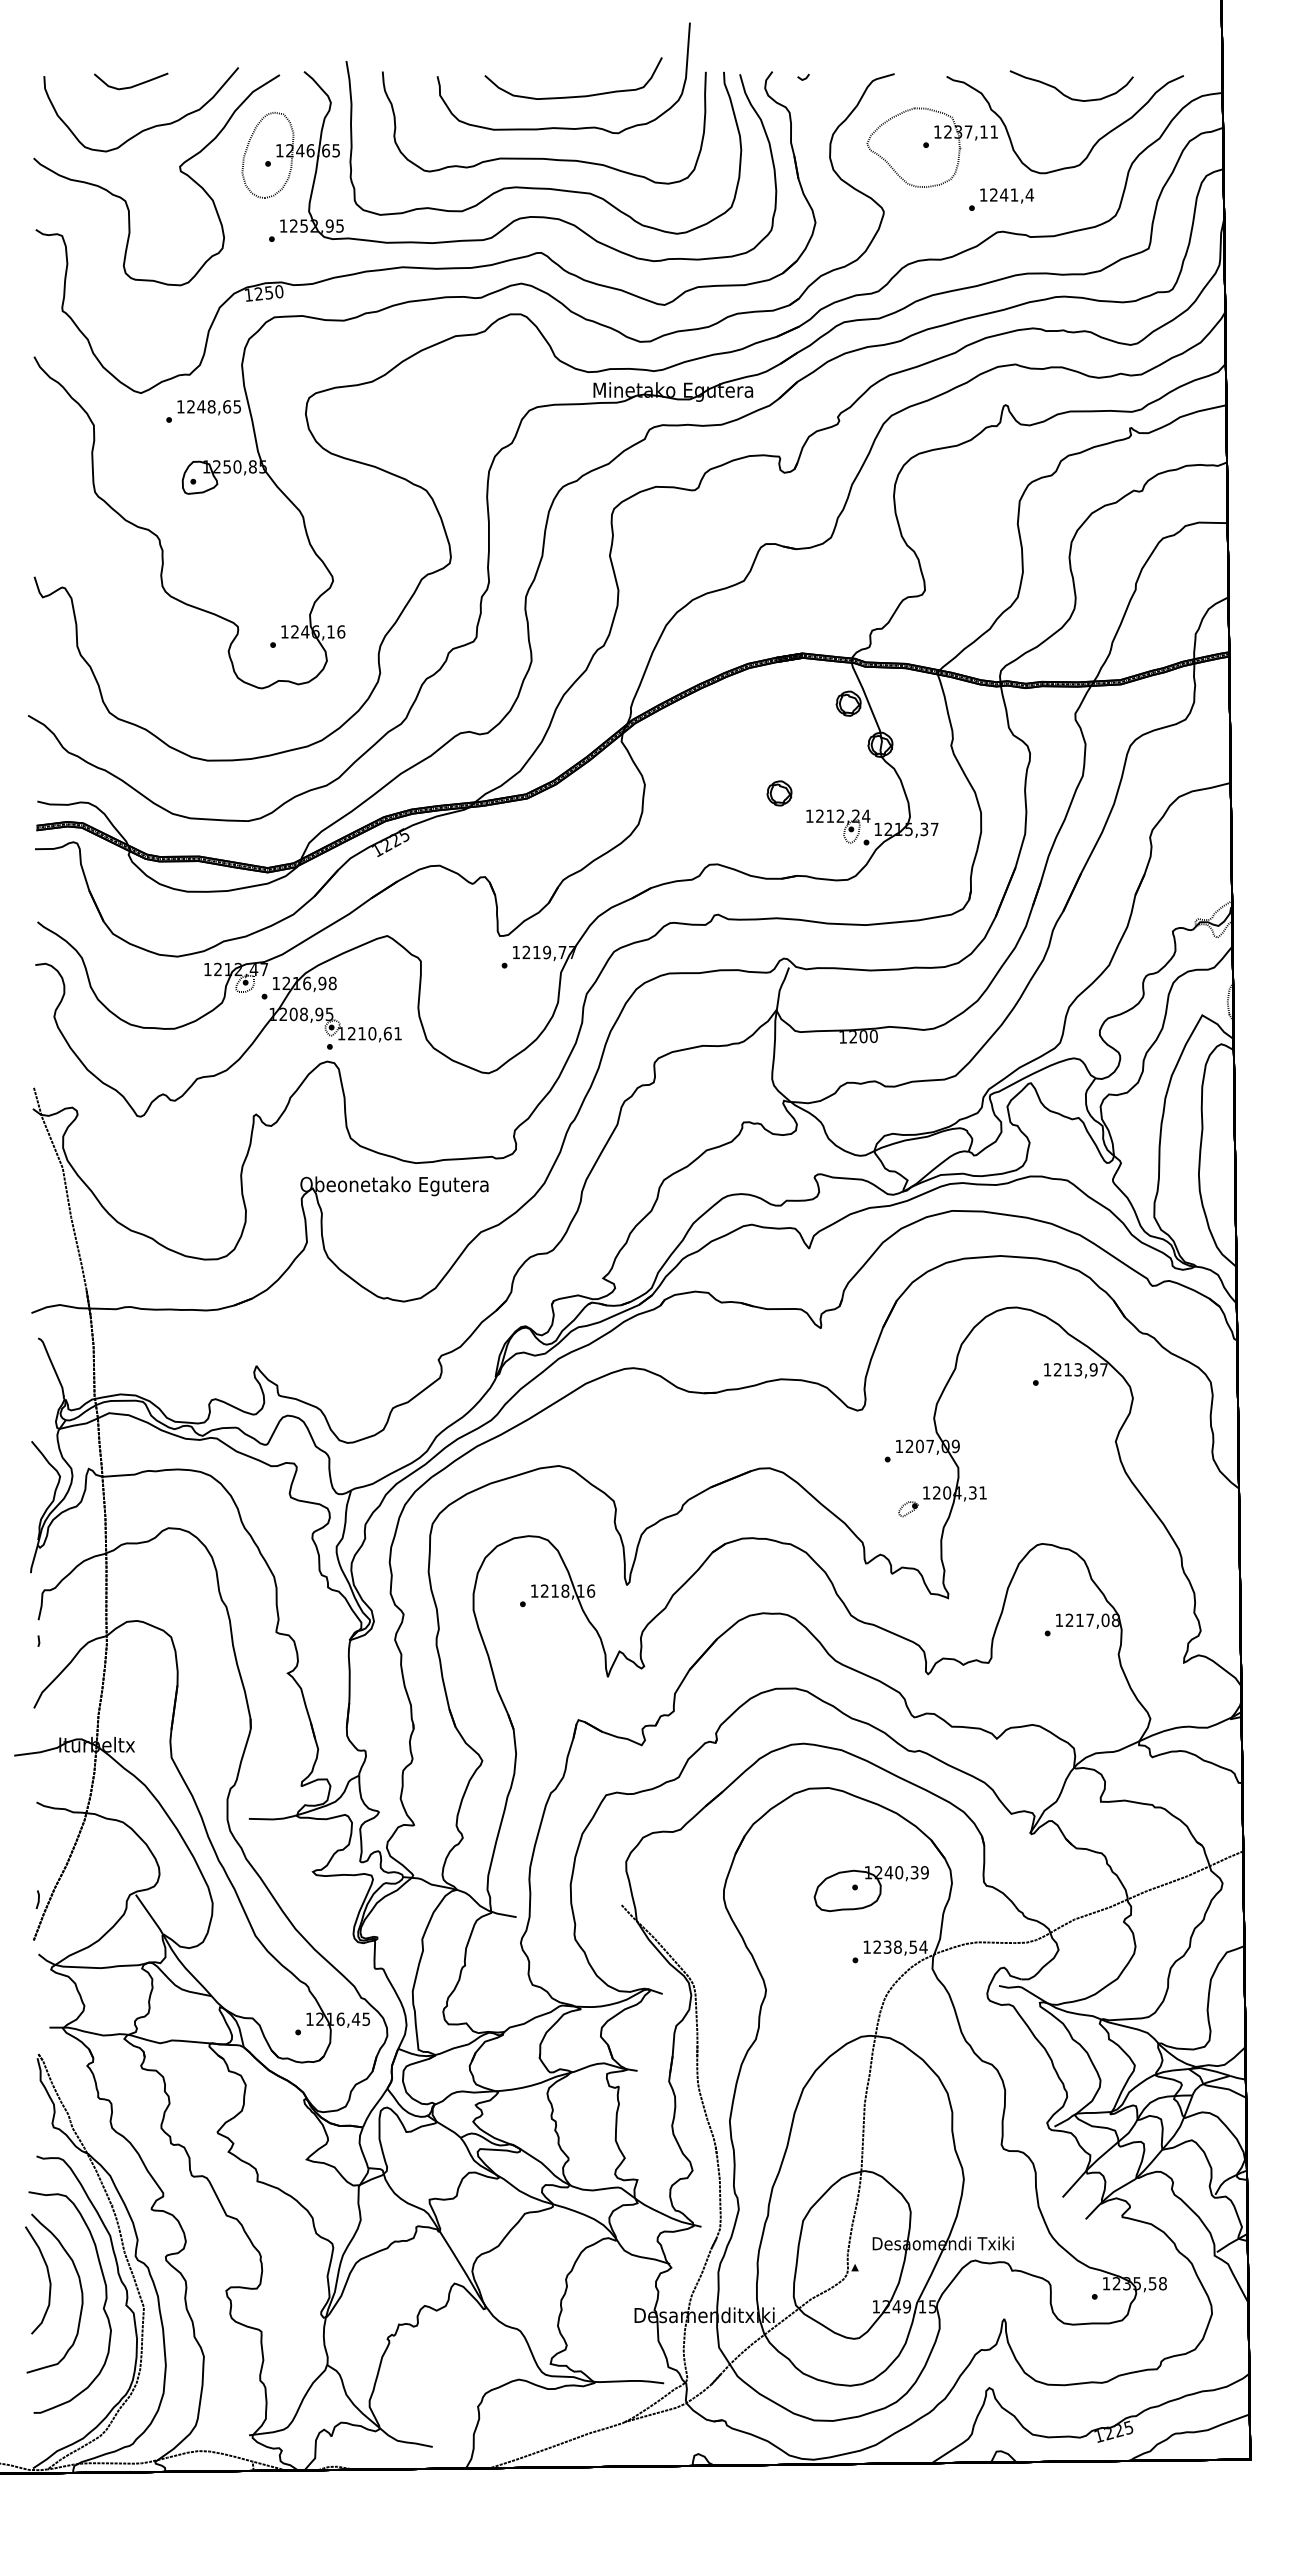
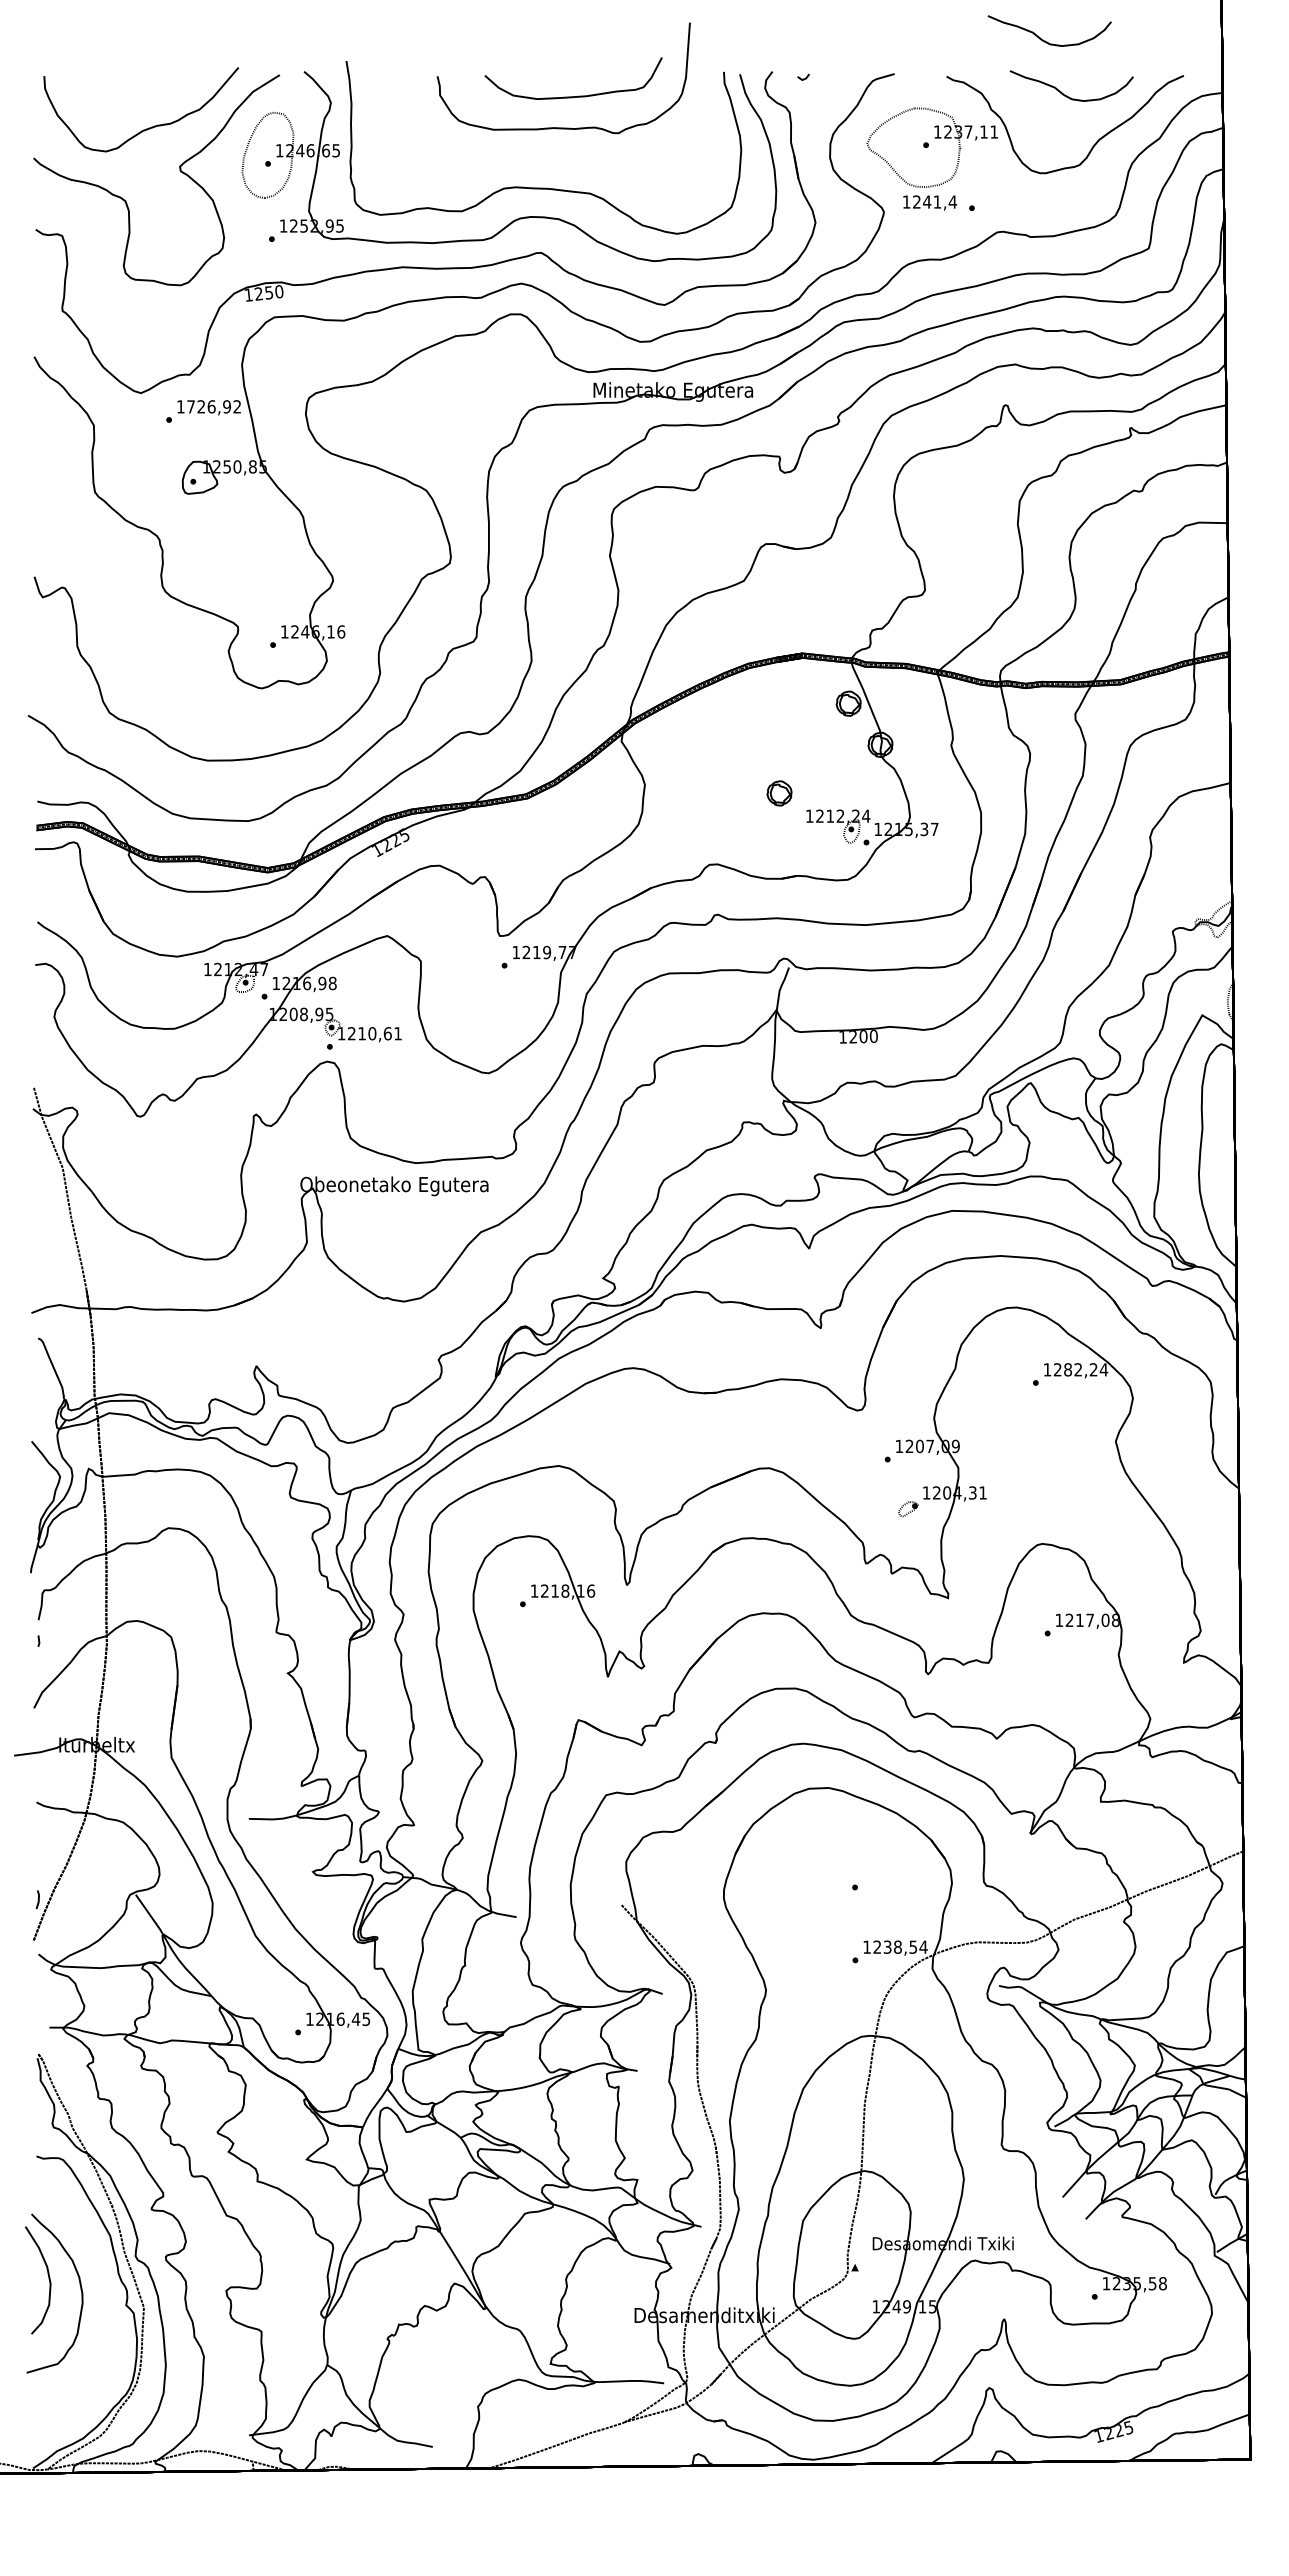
curve at (1045, 40): none -> present
curve at (132, 85): present -> none
curve at (541, 157): present -> none
text at (1007, 195) position: (1007, 195) -> (930, 202)
text at (213, 406): 1248,65 -> 1726,92
text at (1086, 1369): 1213,97 -> 1282,24
part at (870, 1889): present -> none
curve at (102, 2308): present -> none
